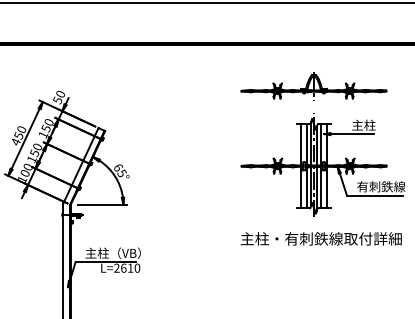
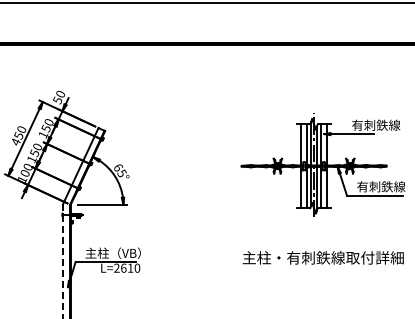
part at (313, 86): present -> none
text at (376, 124): 主柱 -> 有刺鉄線
text at (320, 238) position: (320, 238) -> (322, 257)
line at (63, 260): solid -> dashed
